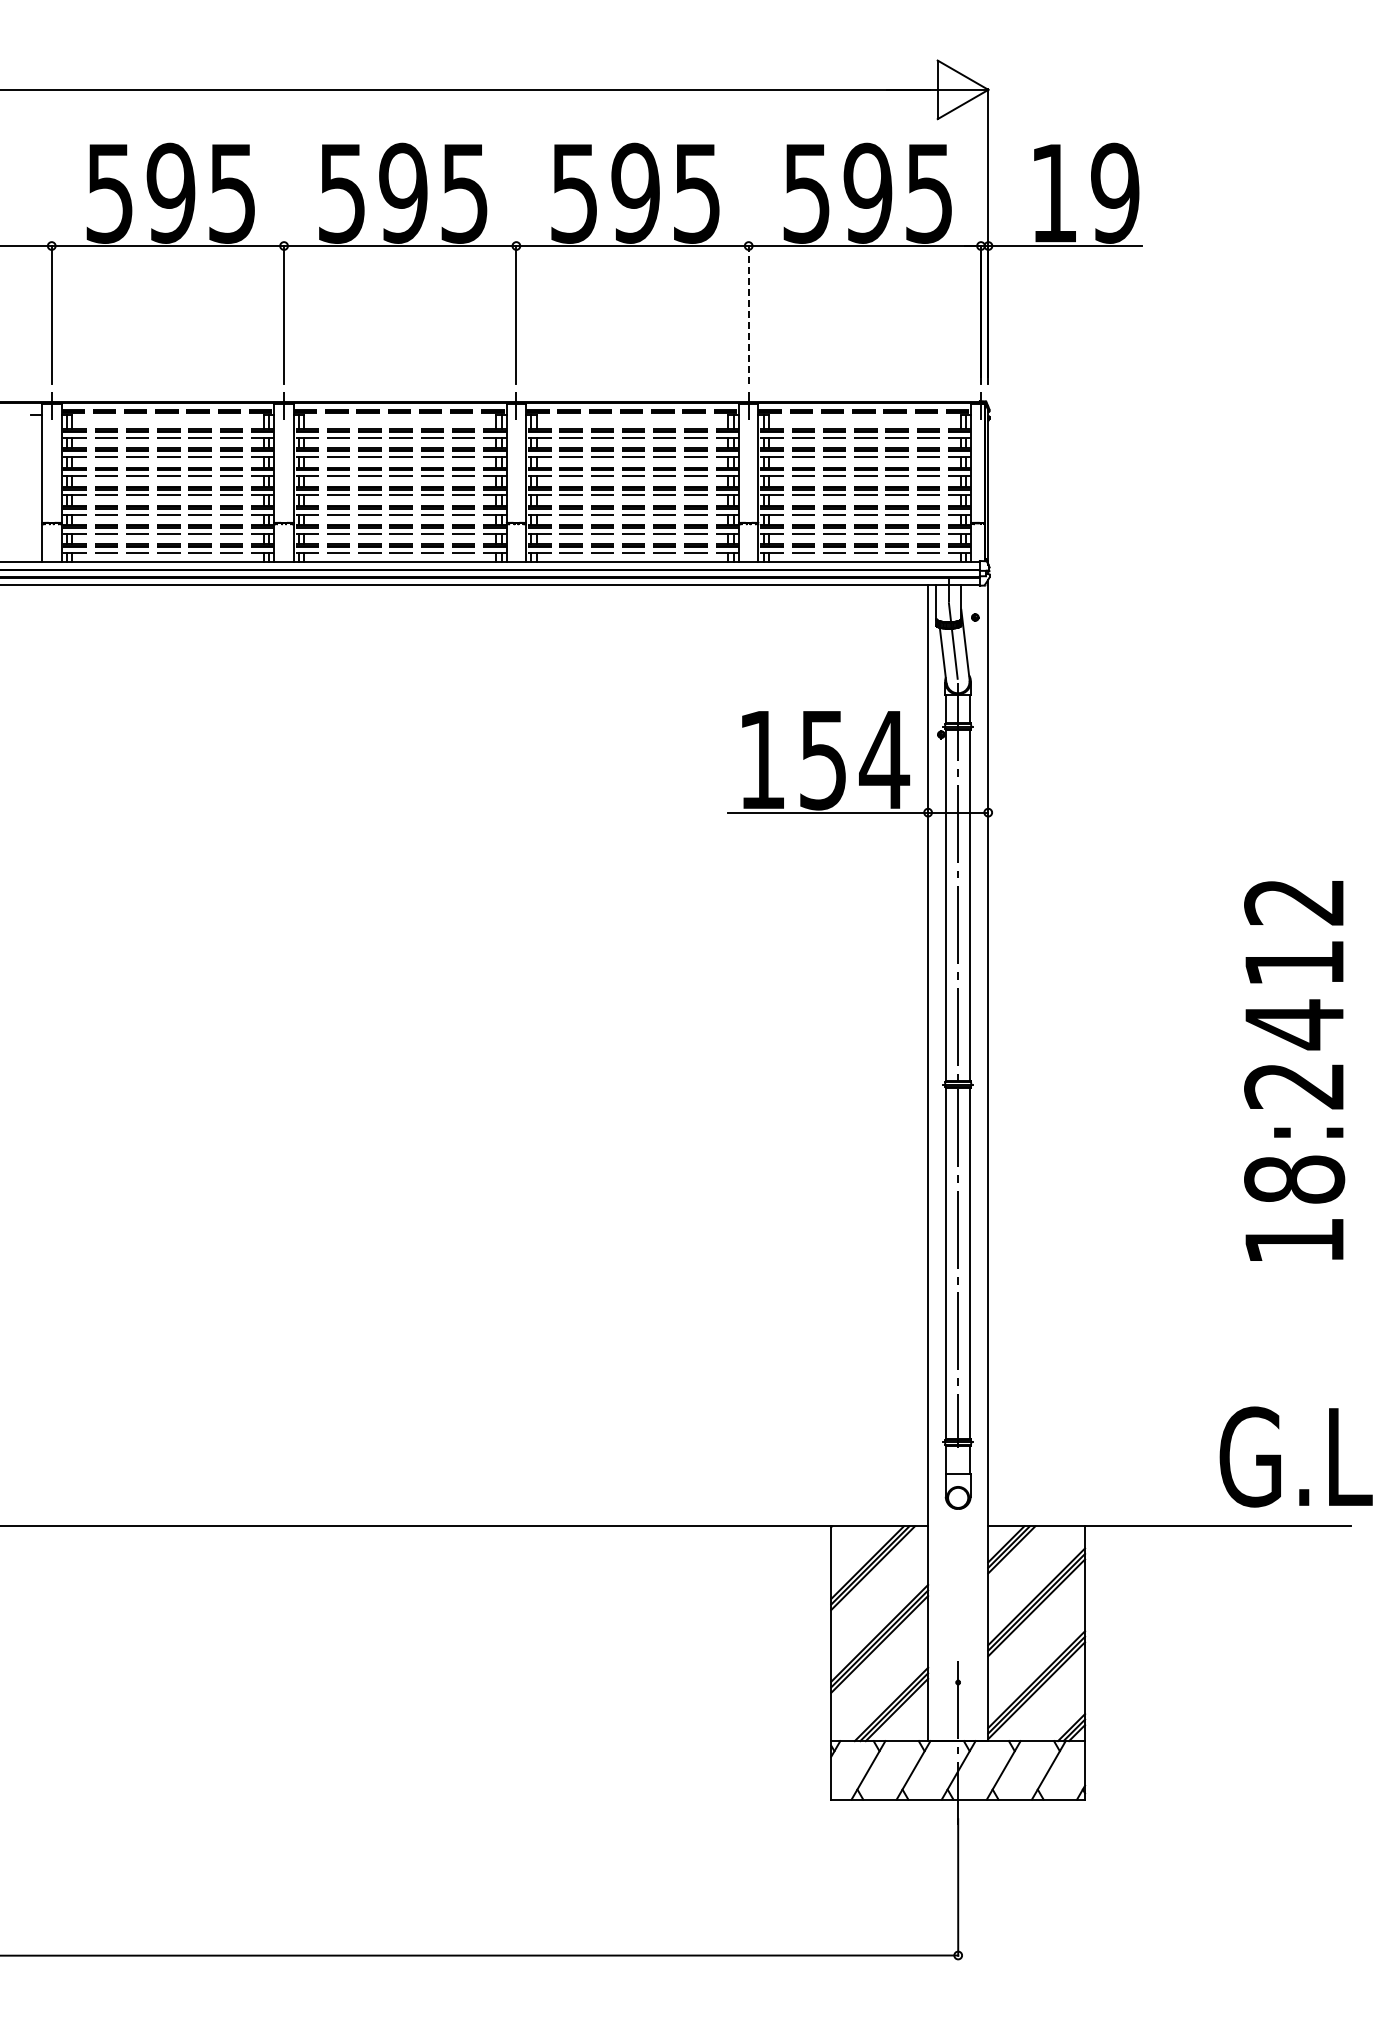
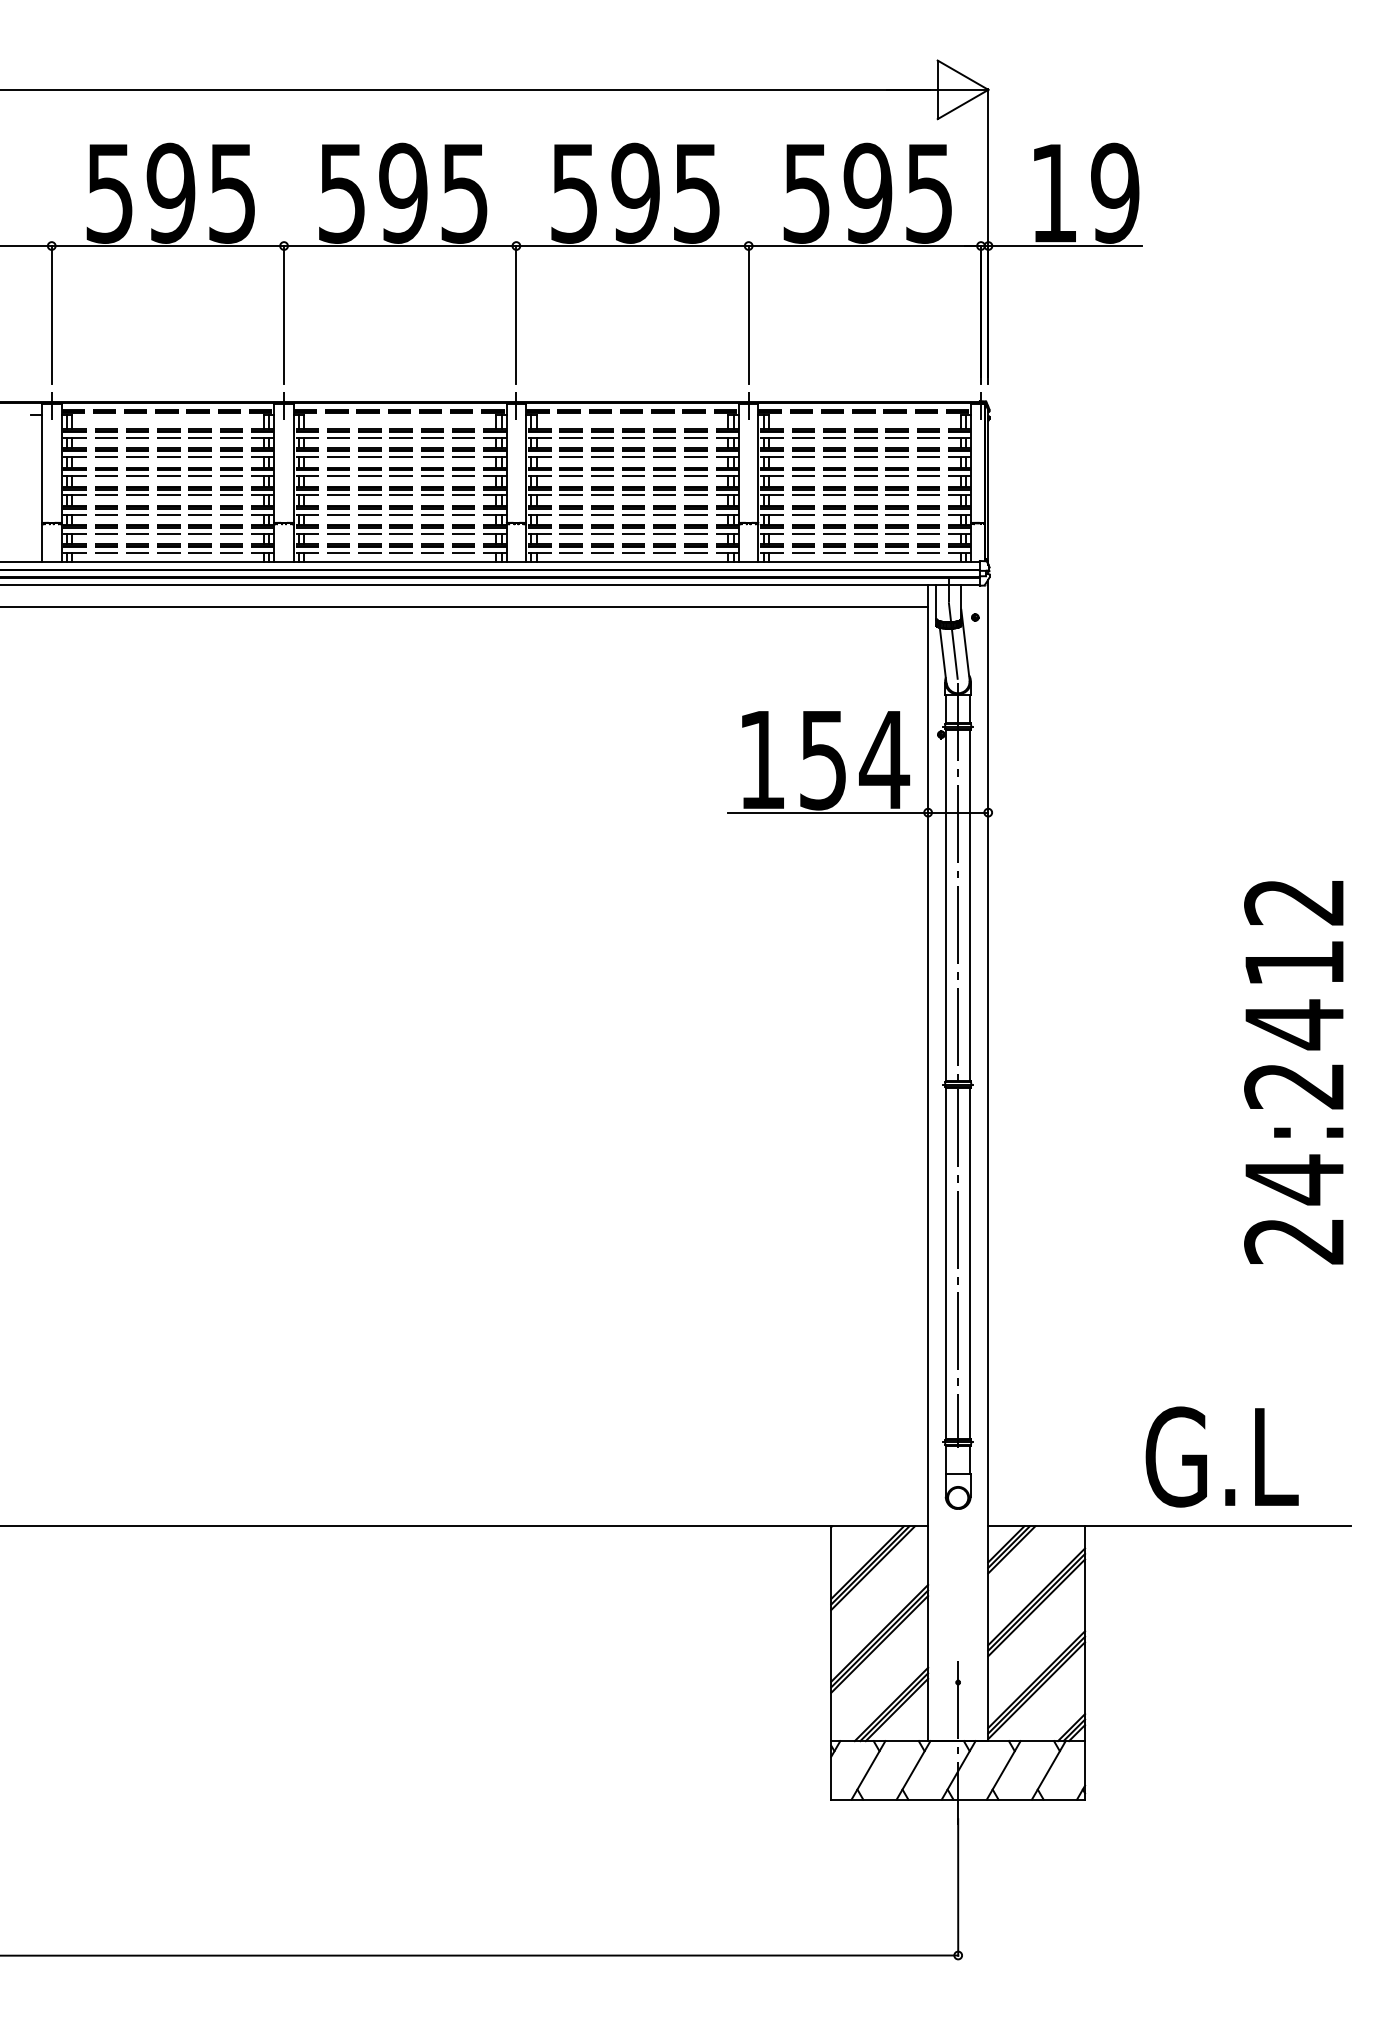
line at (748, 314): dashed -> solid
line at (465, 606): none -> present
text at (1294, 1209): 18:2412 -> 24:2412
text at (1295, 1456) position: (1295, 1456) -> (1221, 1456)
